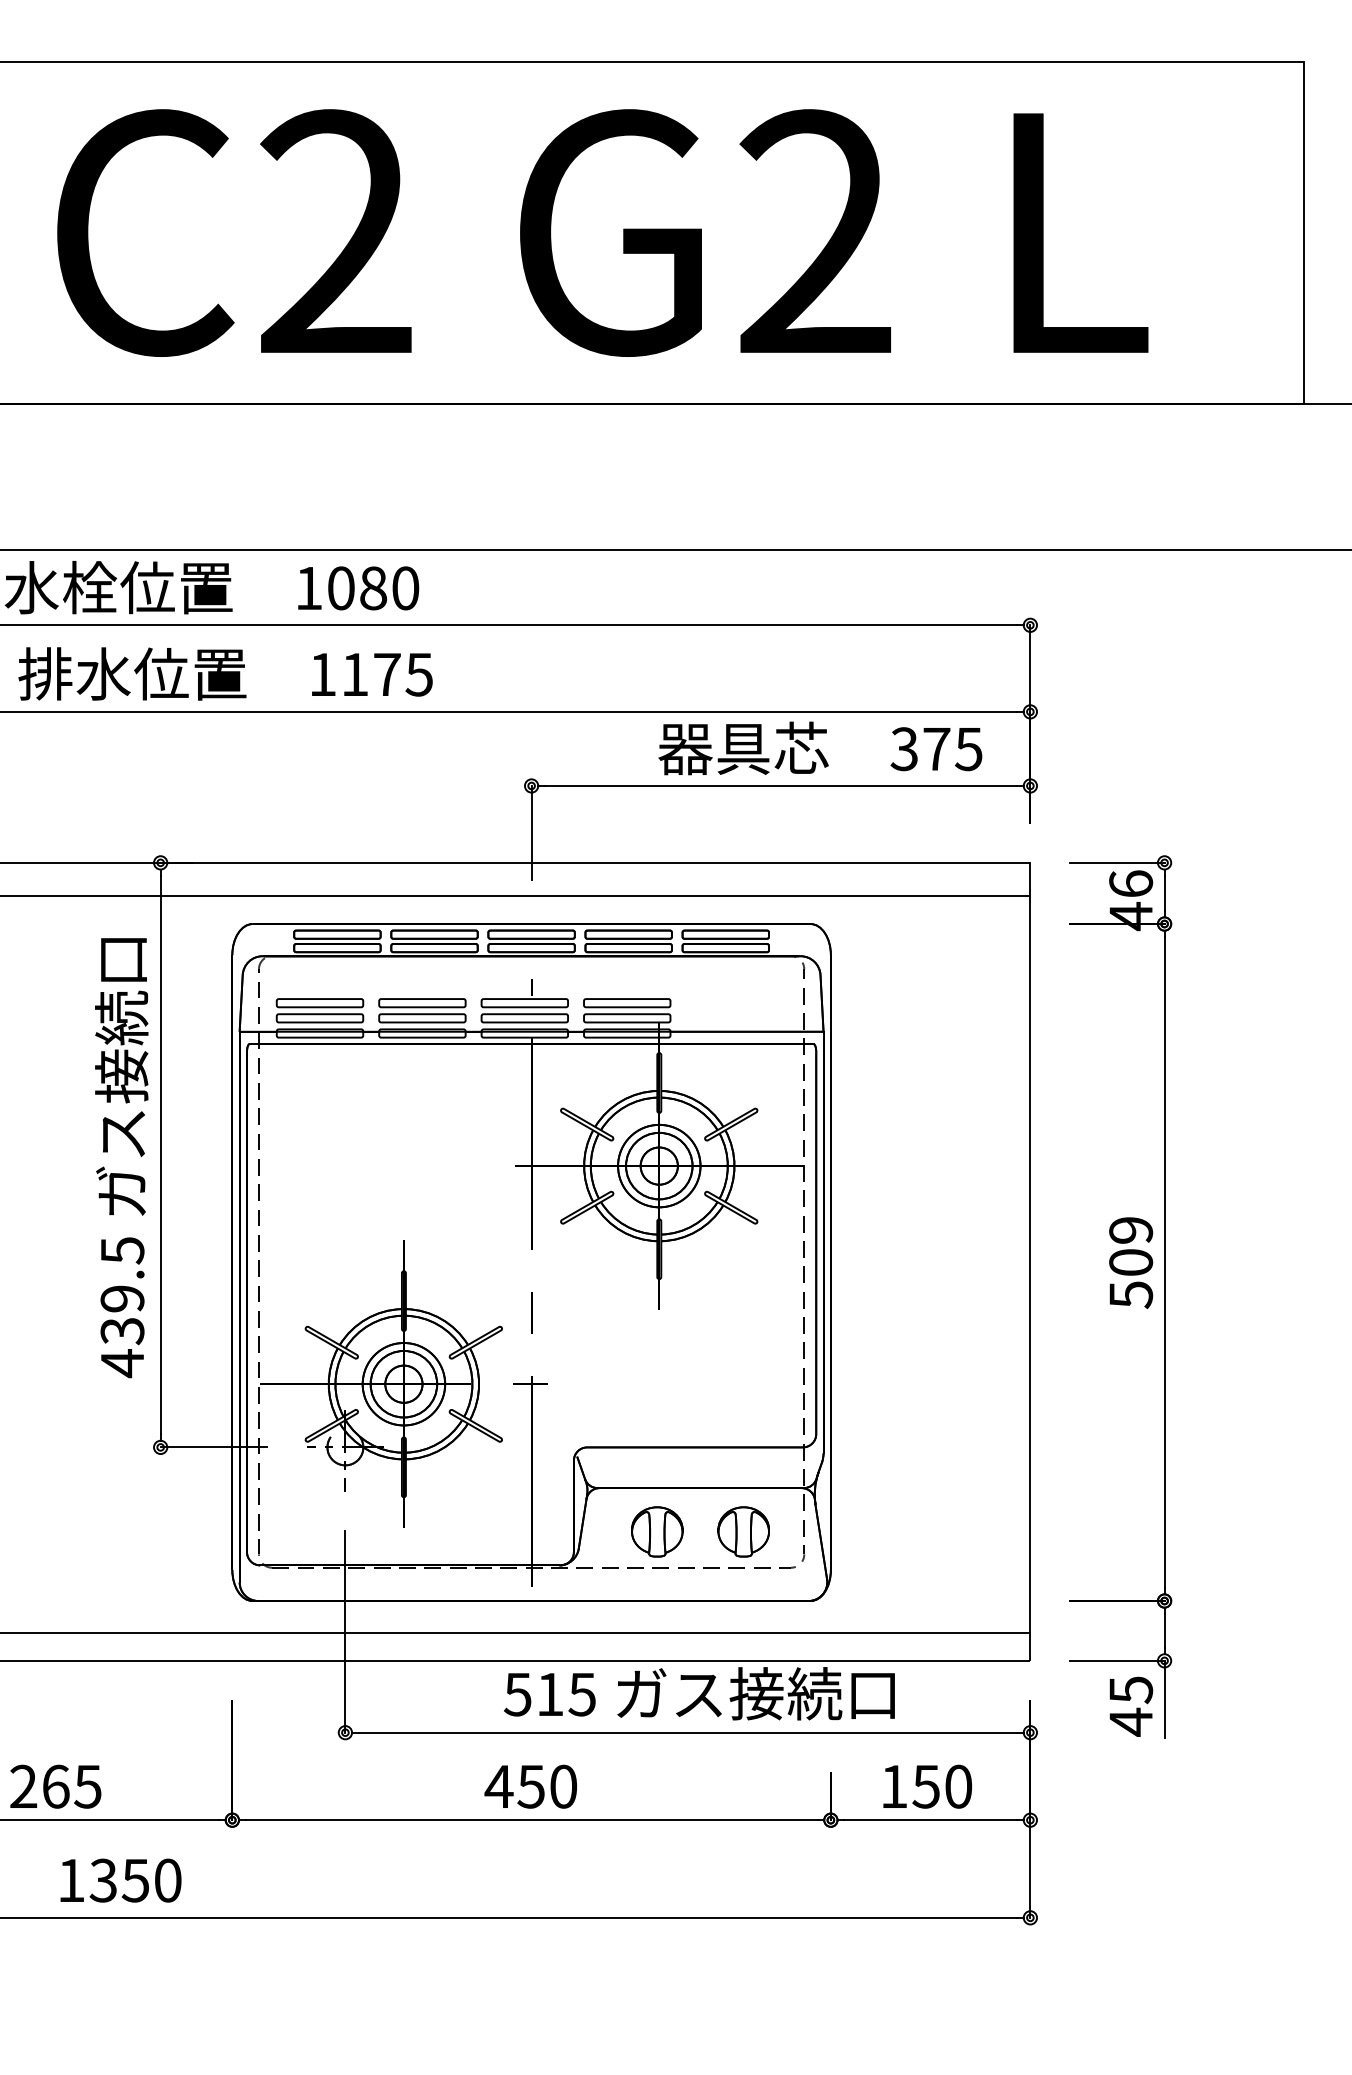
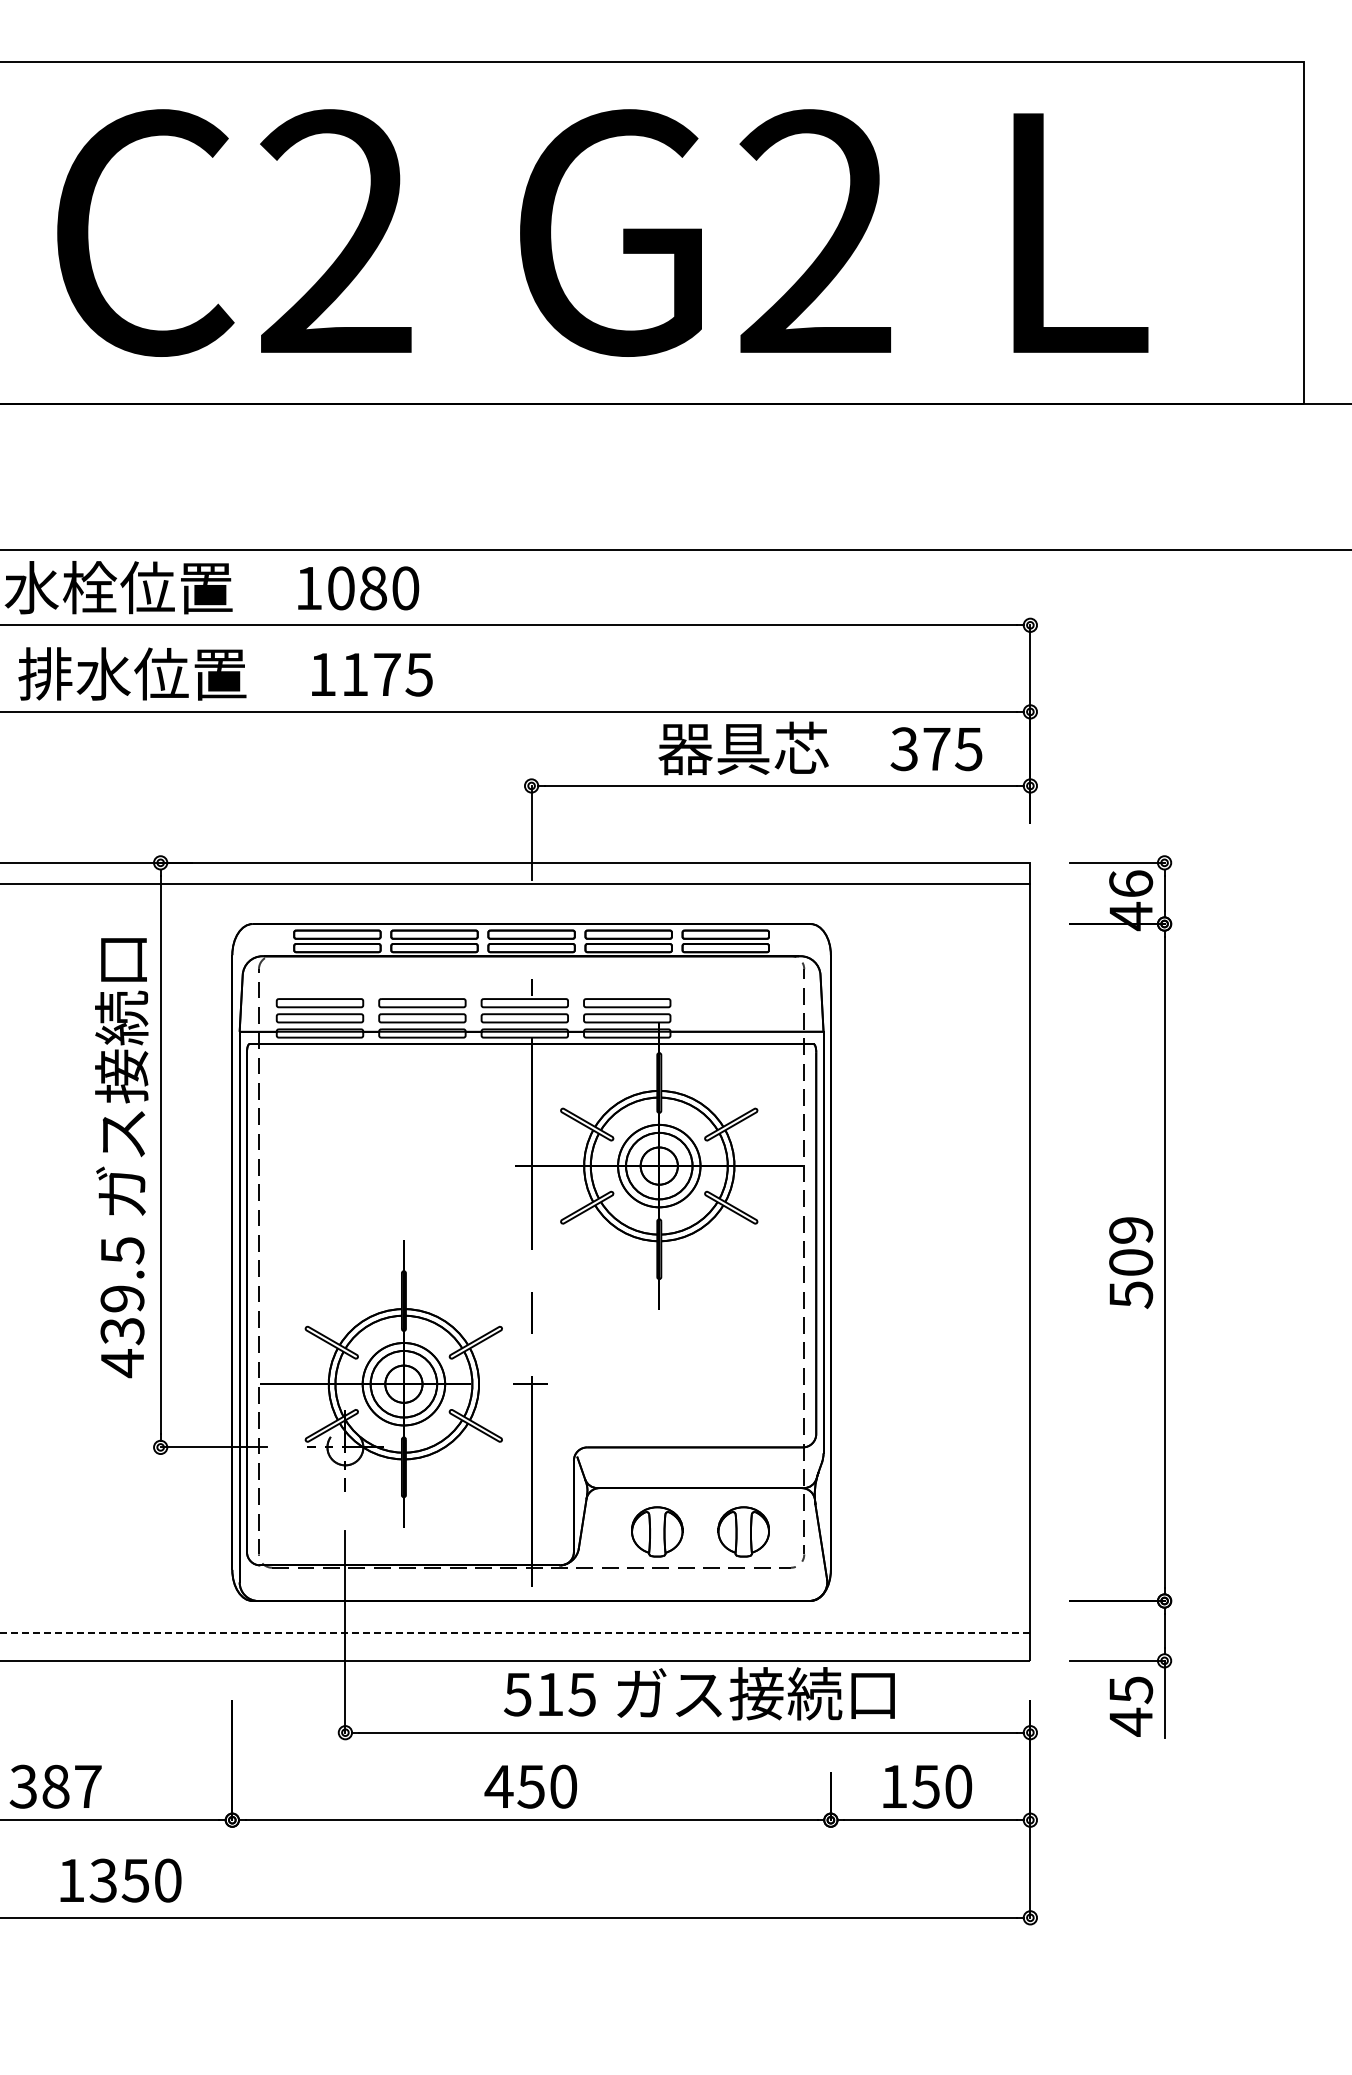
line at (516, 896) position: (516, 896) -> (516, 884)
line at (515, 1632): solid -> dashed
text at (55, 1786): 265 -> 387
